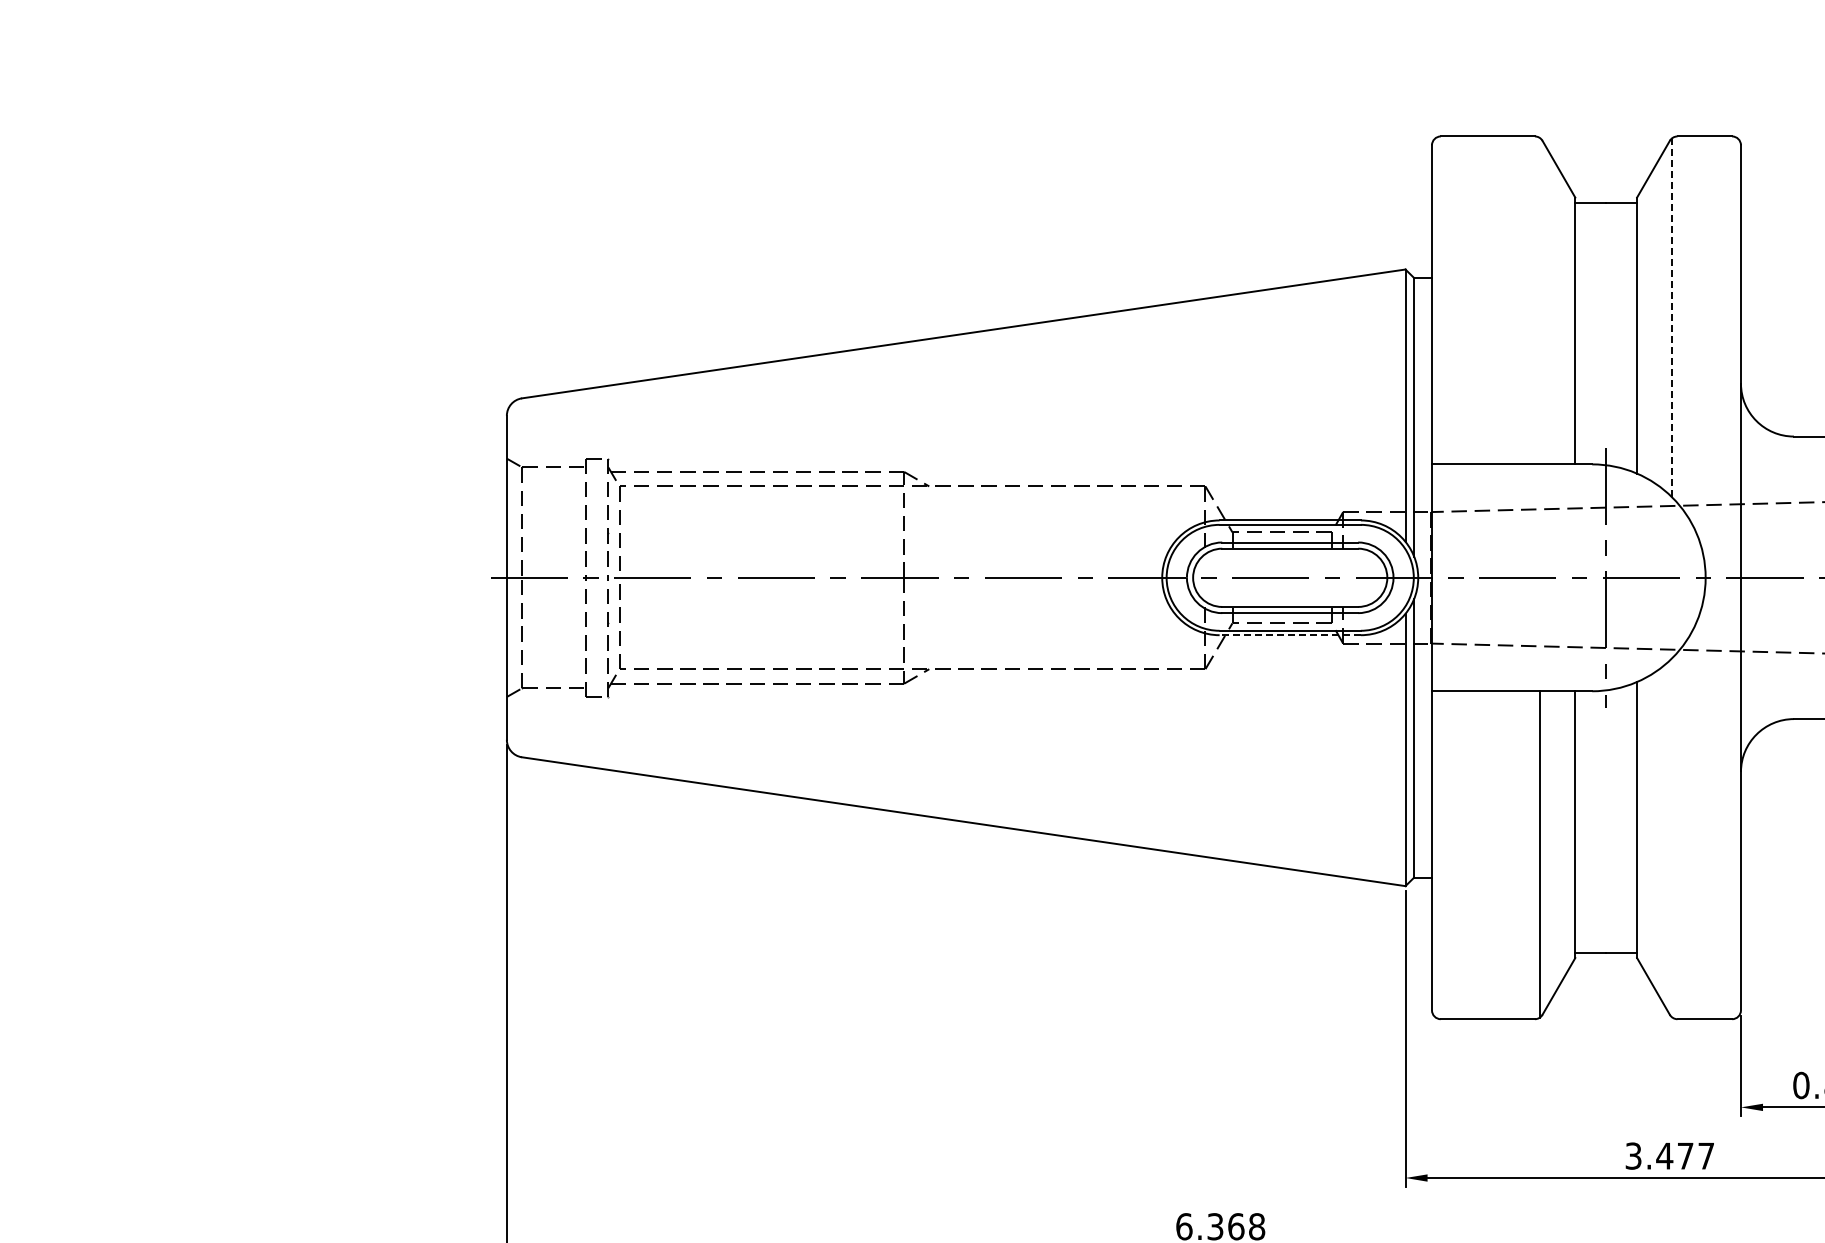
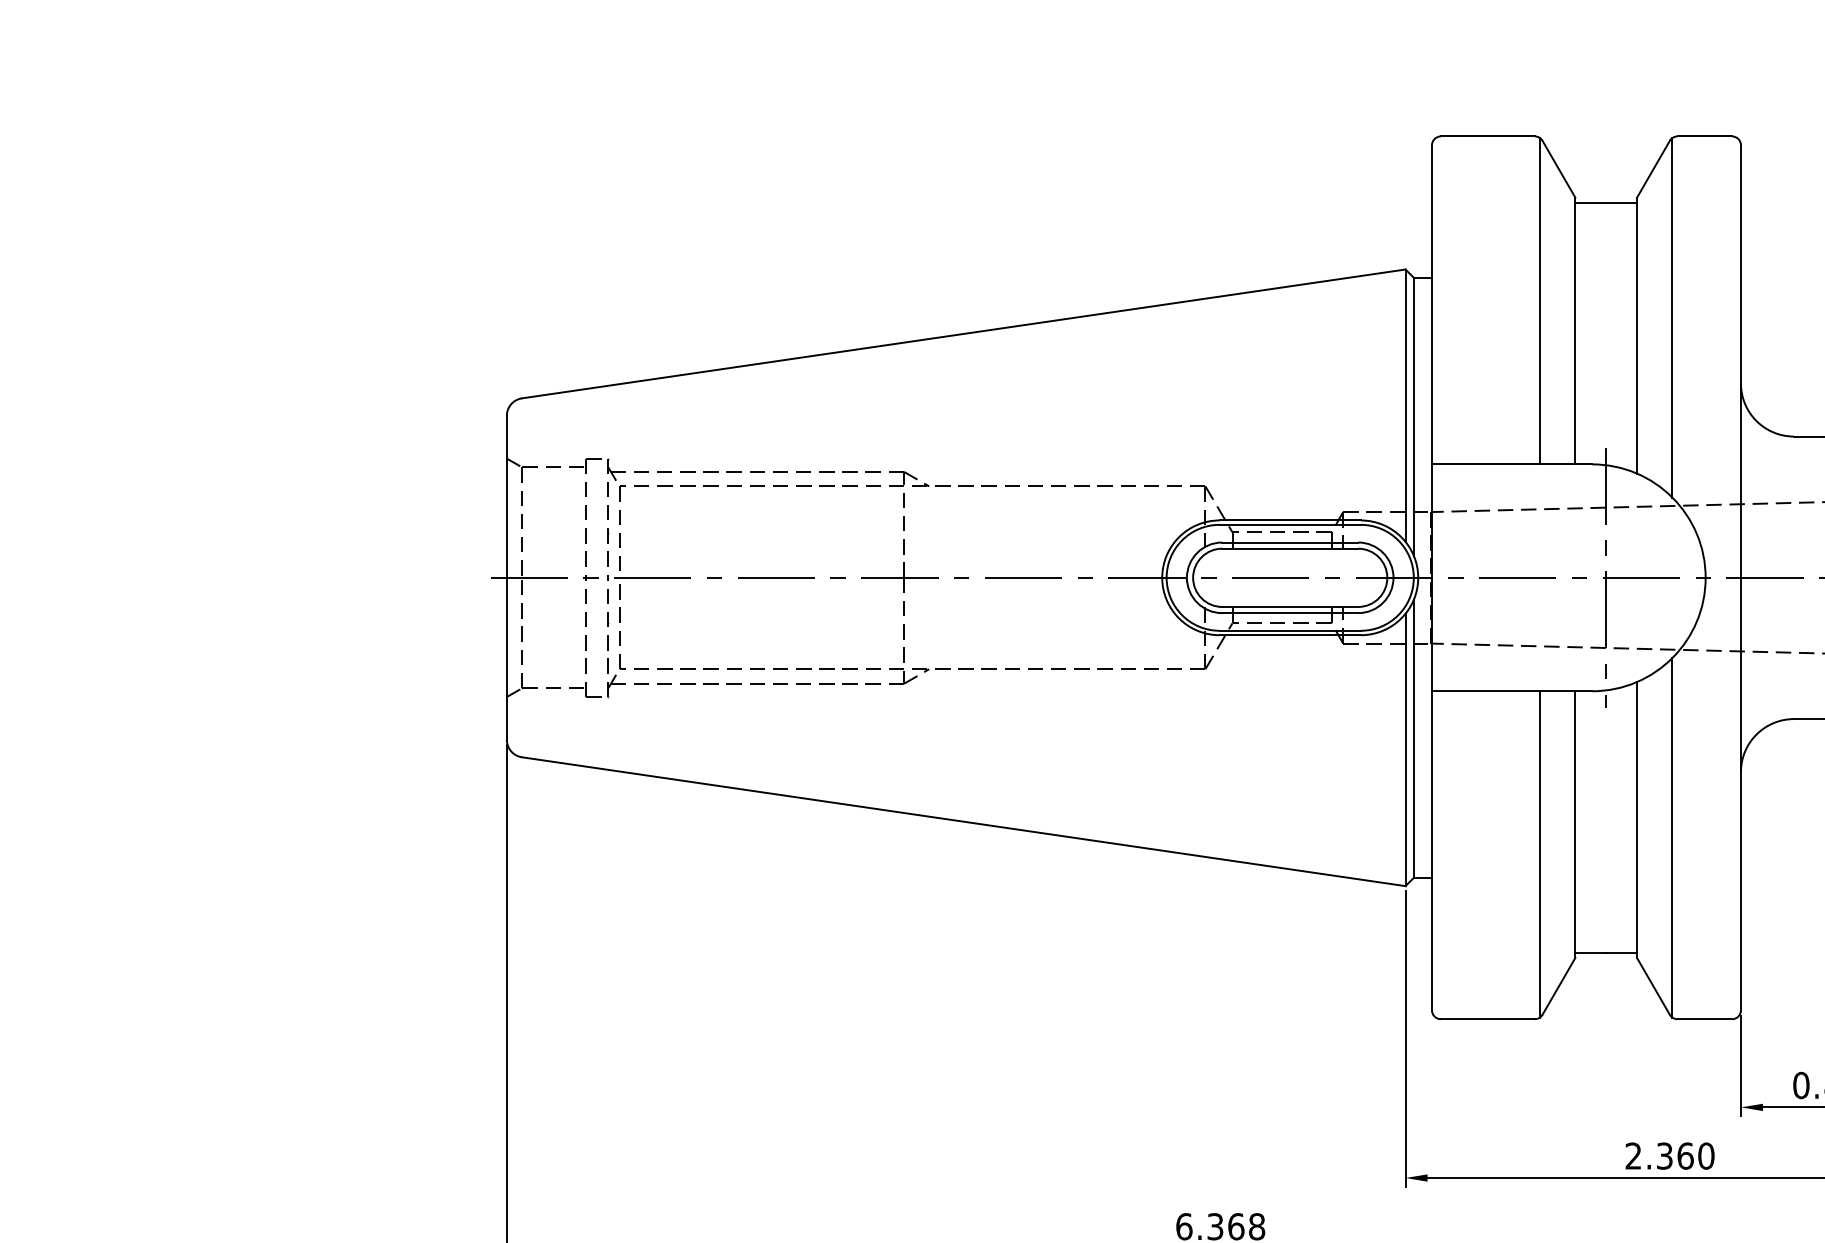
line at (1539, 301): none -> present
line at (1672, 317): dashed -> solid
line at (1290, 635): dashed -> solid
line at (1672, 837): none -> present
text at (1669, 1155): 3.477 -> 2.360
